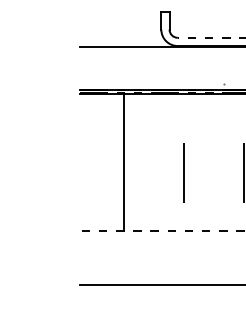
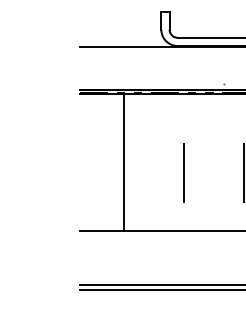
line at (211, 37): dashed -> solid
line at (162, 231): dashed -> solid
line at (160, 289): none -> present
